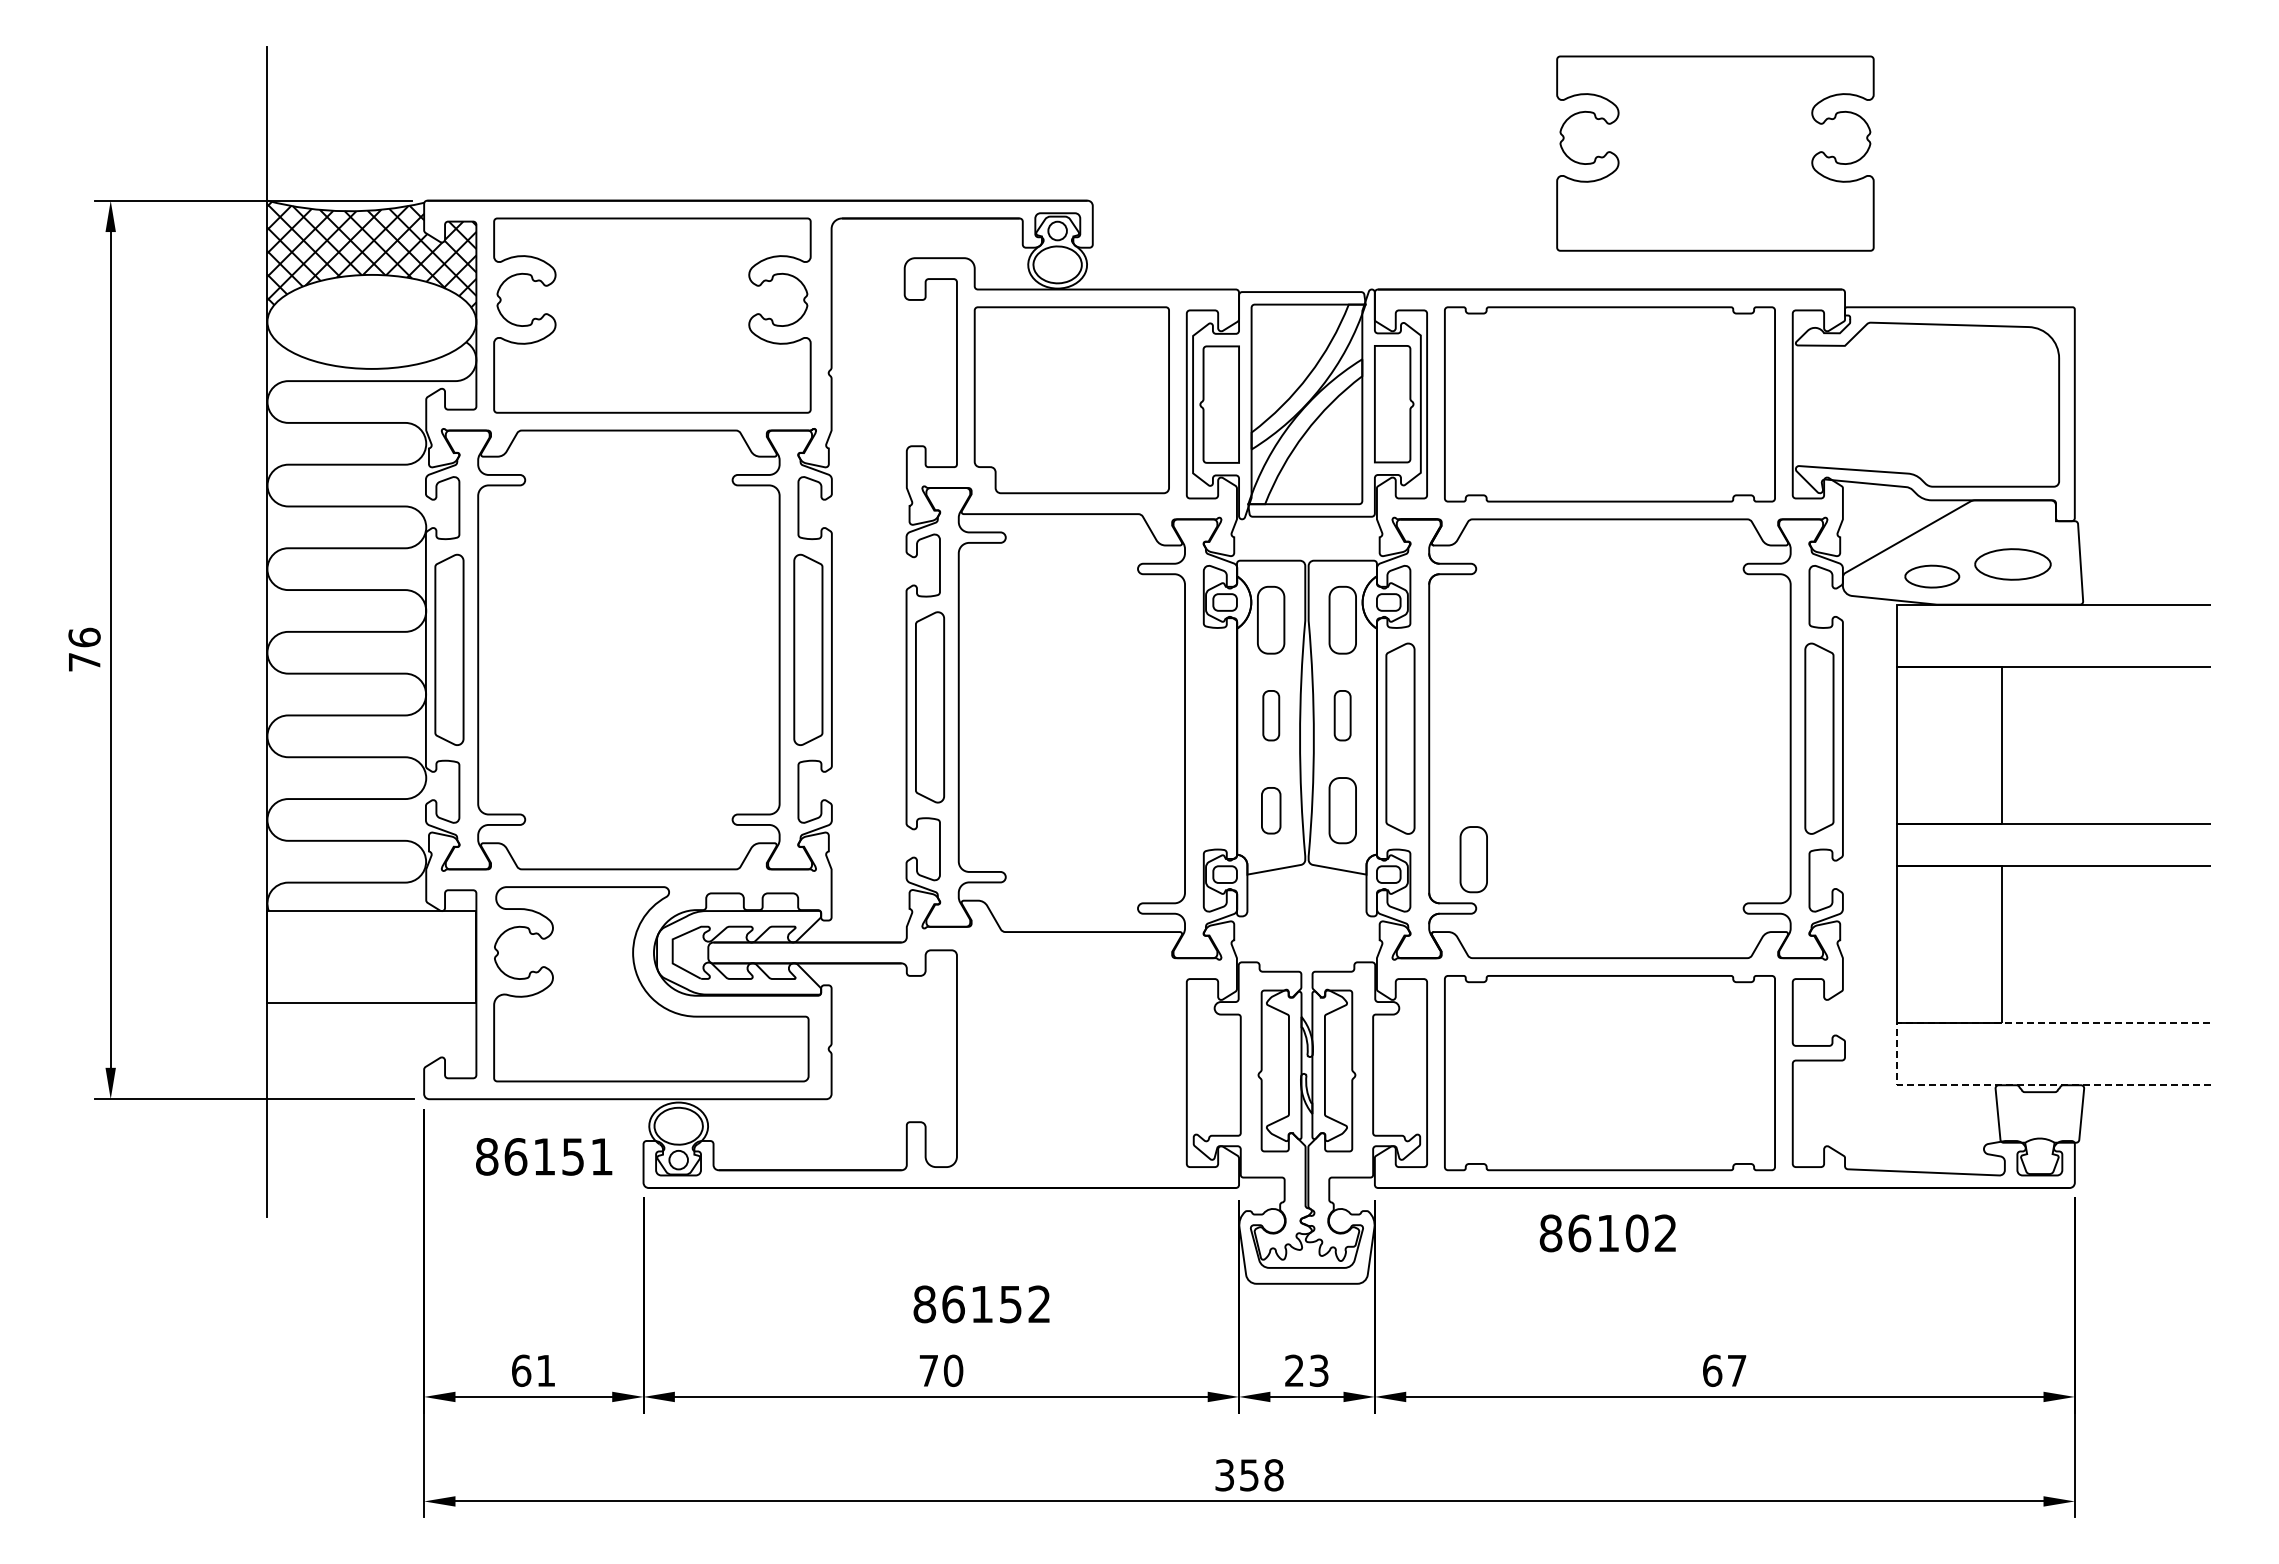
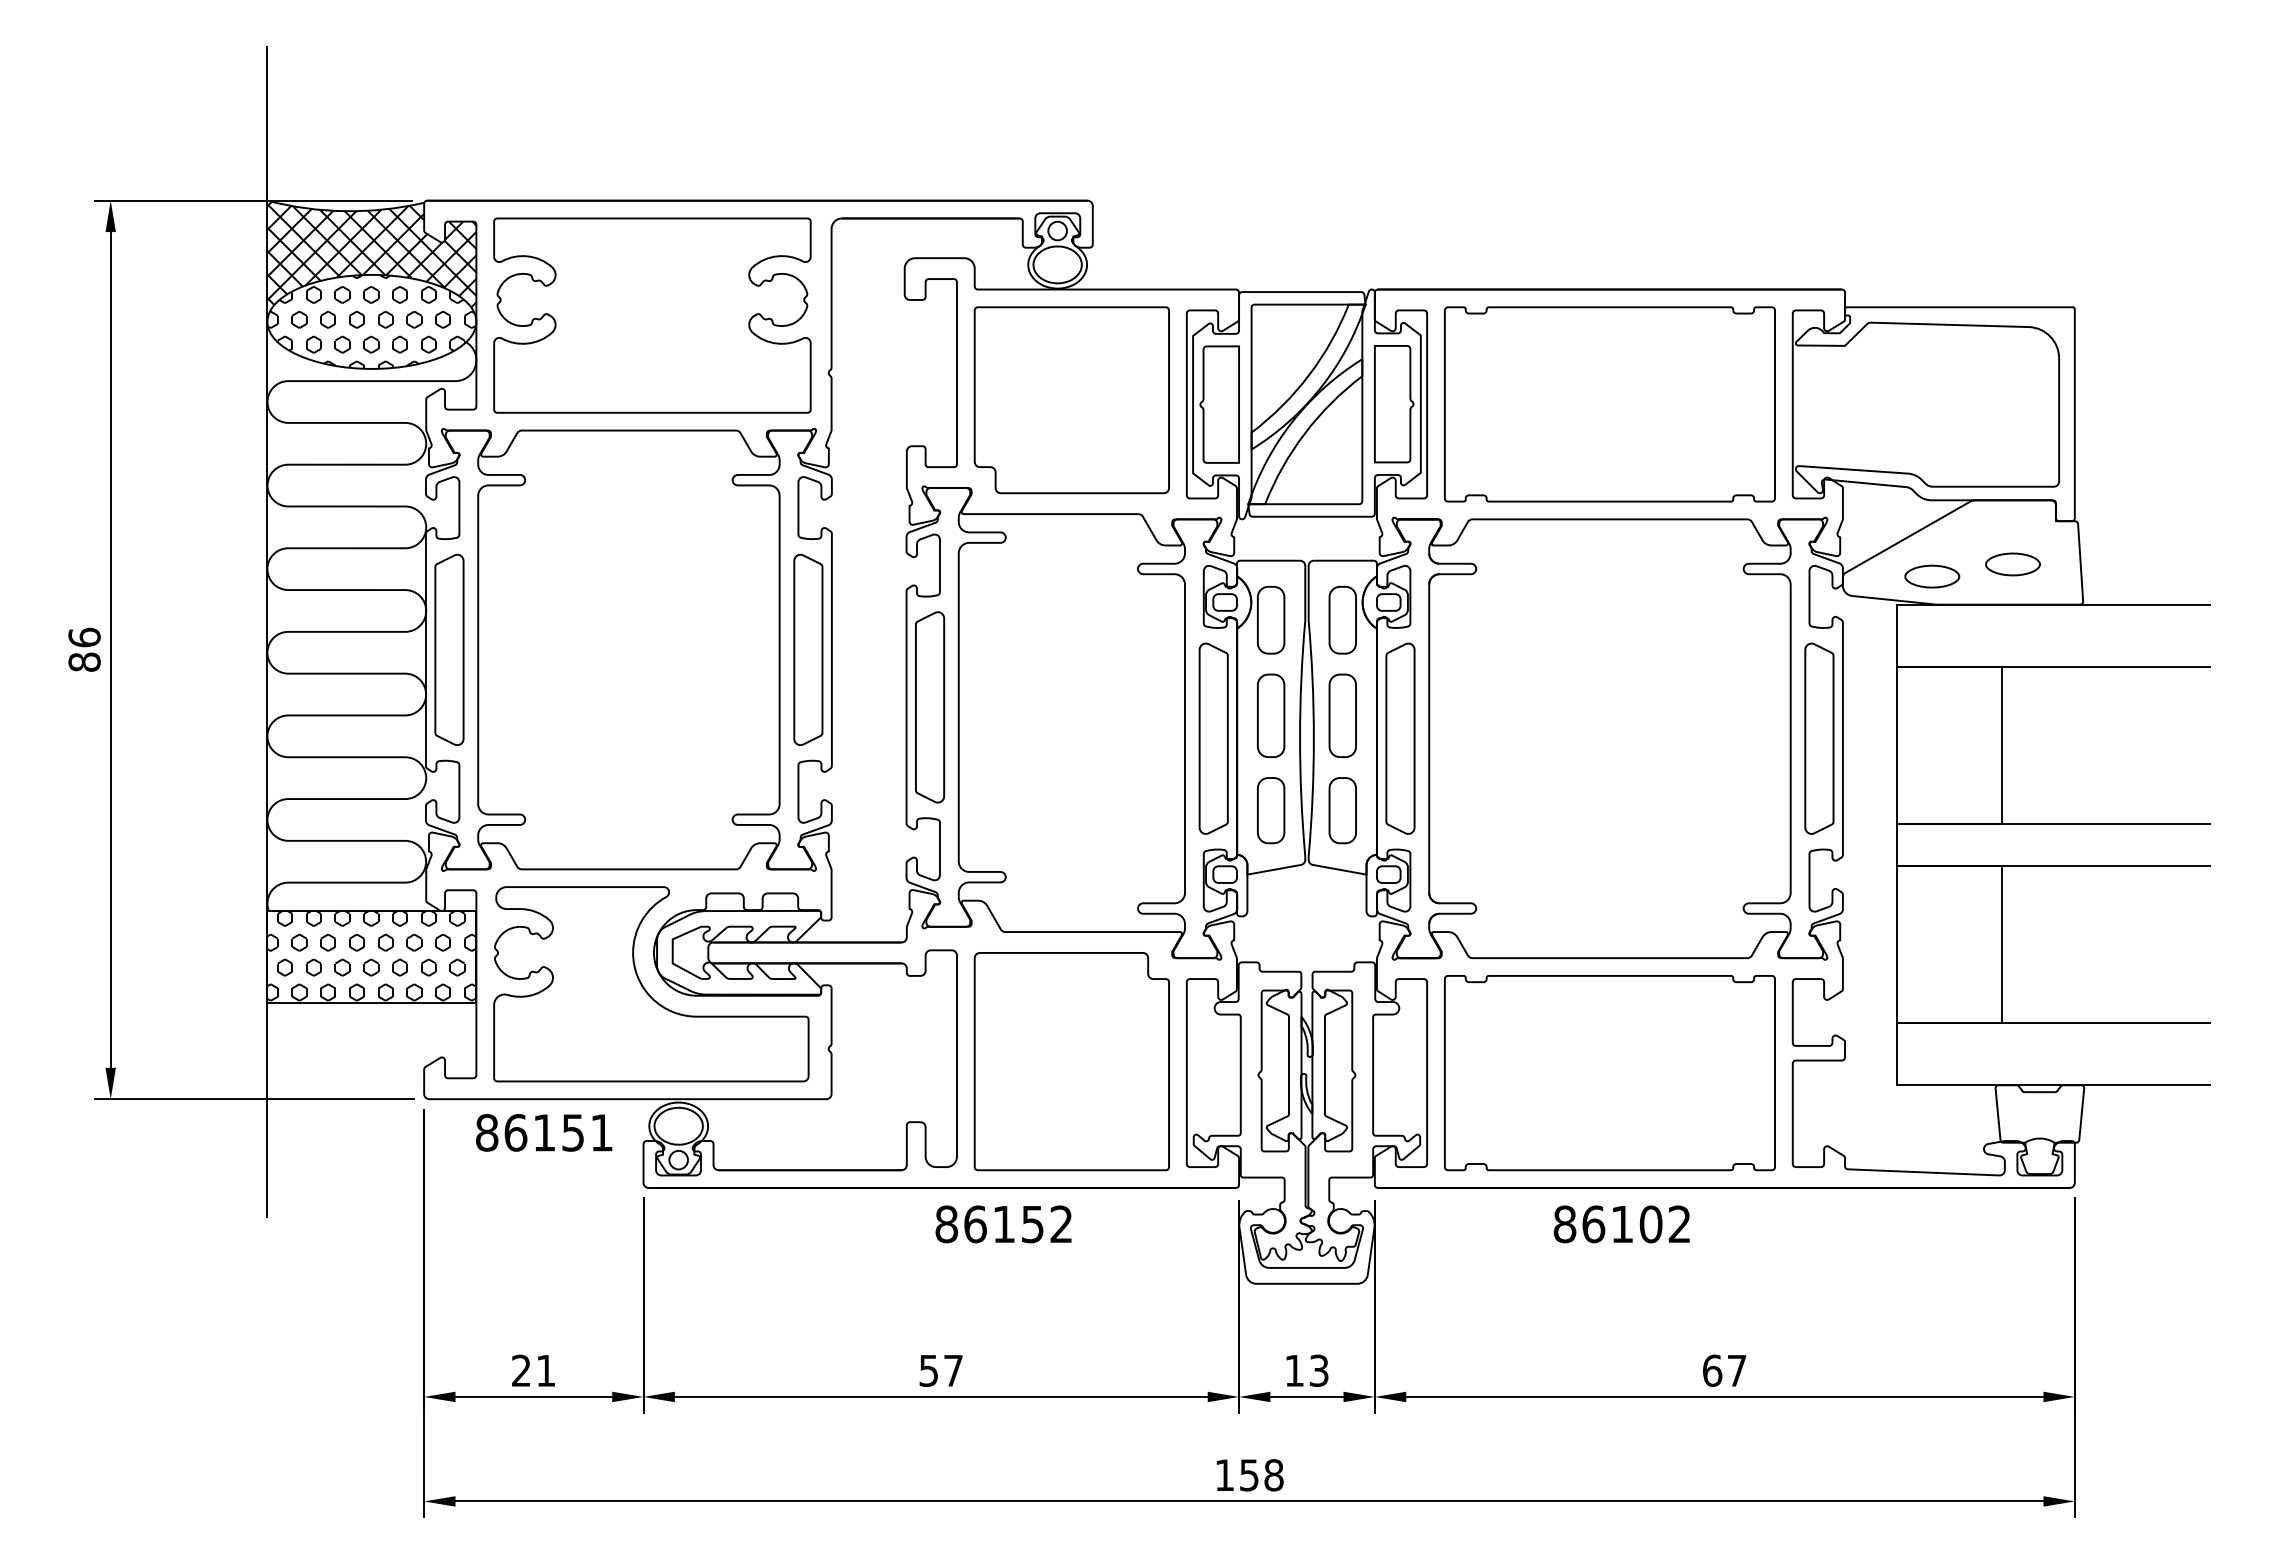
part at (1715, 153): present -> none
hatch at (371, 321): none -> present
part at (2012, 564) size: 78x33 px -> 56x25 px
text at (84, 661): 76 -> 86
part at (1271, 715) size: 19x52 px -> 29x85 px
part at (1342, 715) size: 19x52 px -> 29x85 px
curve at (1200, 738): none -> present
part at (1271, 810) size: 21x48 px -> 29x68 px
part at (1473, 859): present -> none
hatch at (371, 955): none -> present
line at (1897, 1053): dashed -> solid
part at (1071, 1061): none -> present
text at (544, 1156) position: (544, 1156) -> (544, 1132)
text at (1607, 1233) position: (1607, 1233) -> (1621, 1224)
text at (981, 1304) position: (981, 1304) -> (1003, 1224)
text at (521, 1370): 61 -> 21
text at (941, 1370): 70 -> 57
text at (1294, 1370): 23 -> 13
text at (1224, 1475): 358 -> 158
